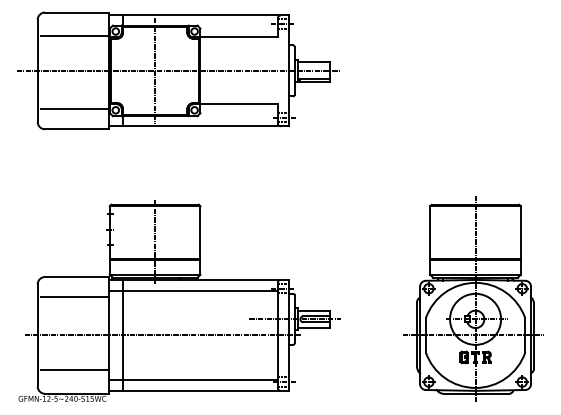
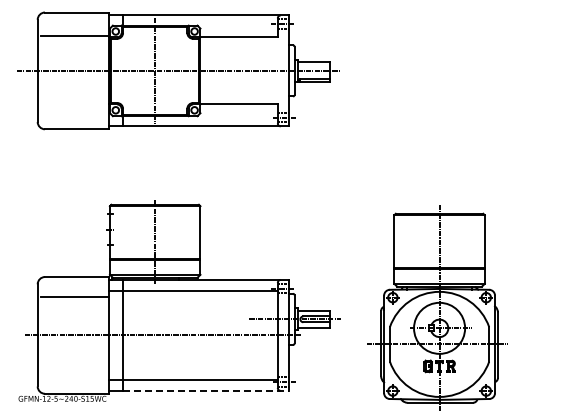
line at (75, 108): present -> none
part at (473, 298) position: (473, 298) -> (437, 307)
line at (75, 370): present -> none
line at (206, 390): solid -> dashed
